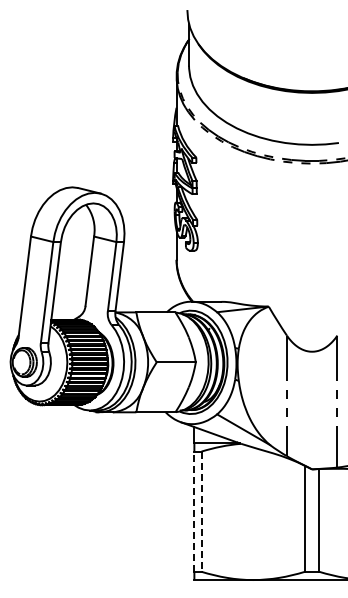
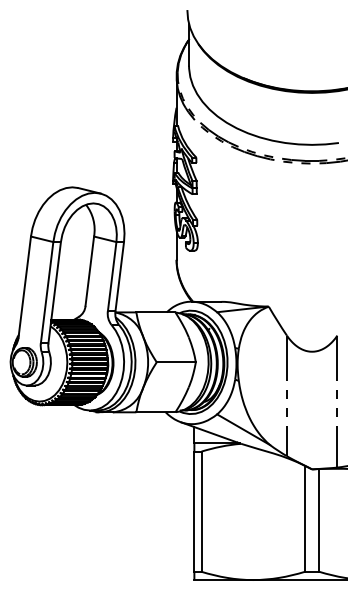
line at (194, 511): dashed -> solid
line at (201, 512): dashed -> solid
